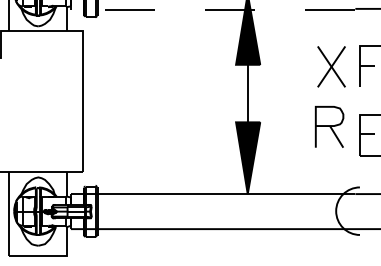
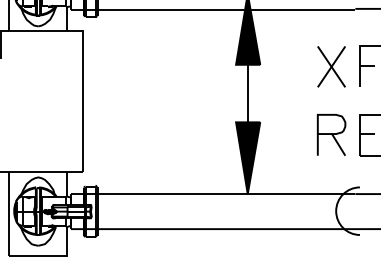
line at (212, 9): dashed -> solid
part at (329, 126) position: (329, 126) -> (331, 134)
